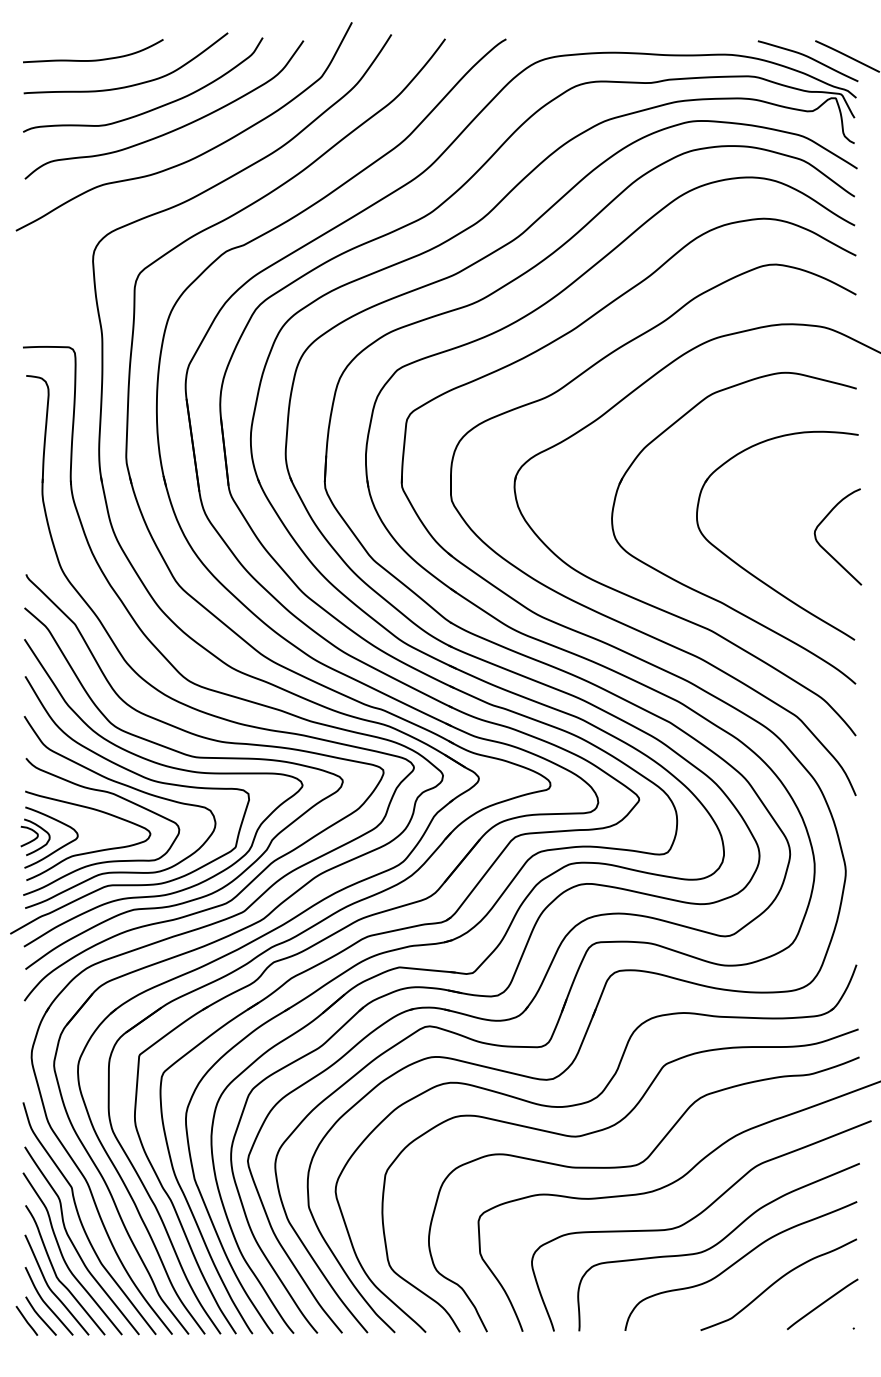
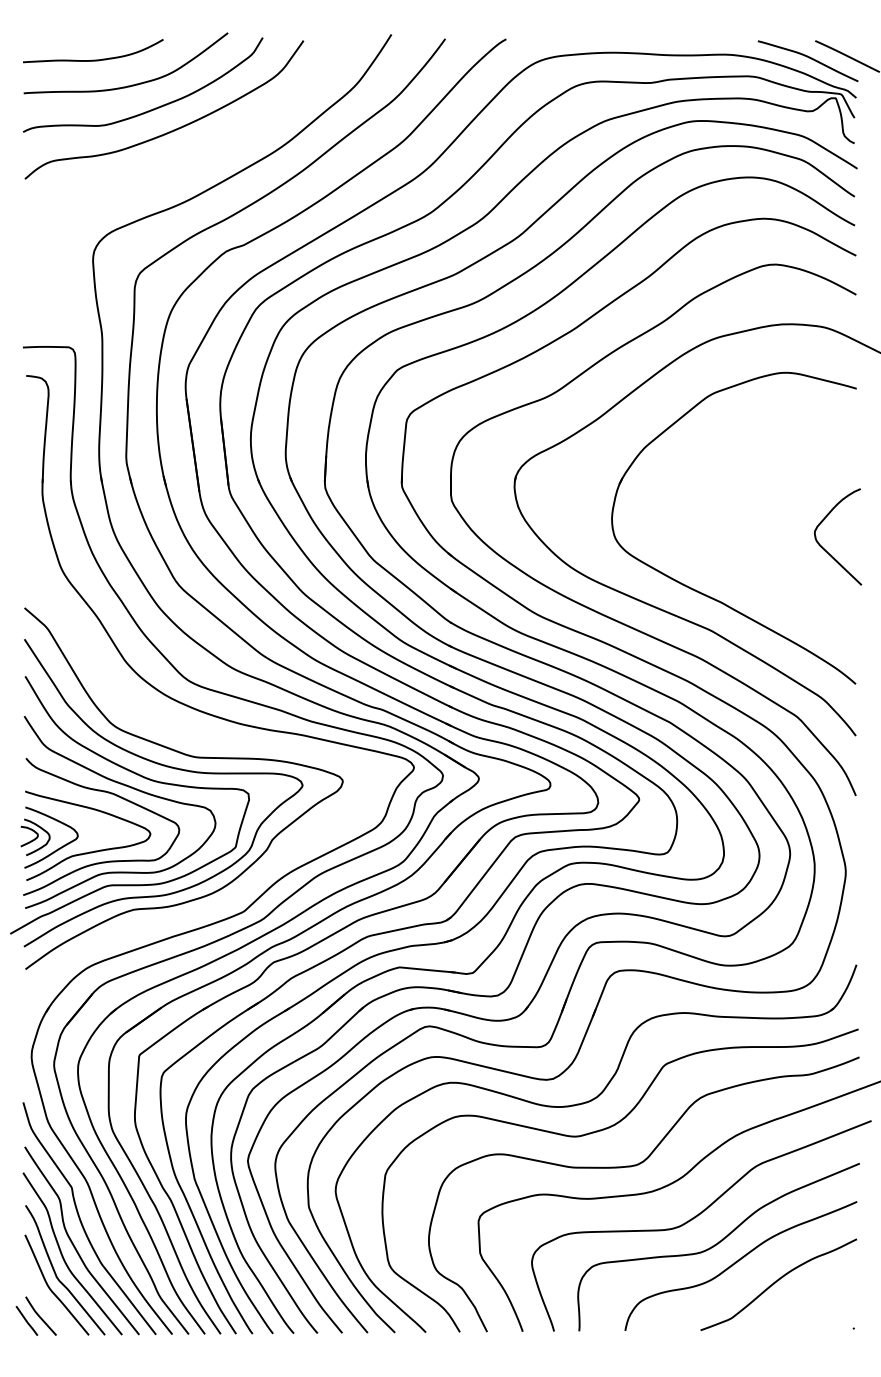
curve at (197, 155): present -> none
part at (752, 573): present -> none
curve at (214, 741): present -> none
curve at (46, 1303): present -> none
line at (822, 1304): present -> none
